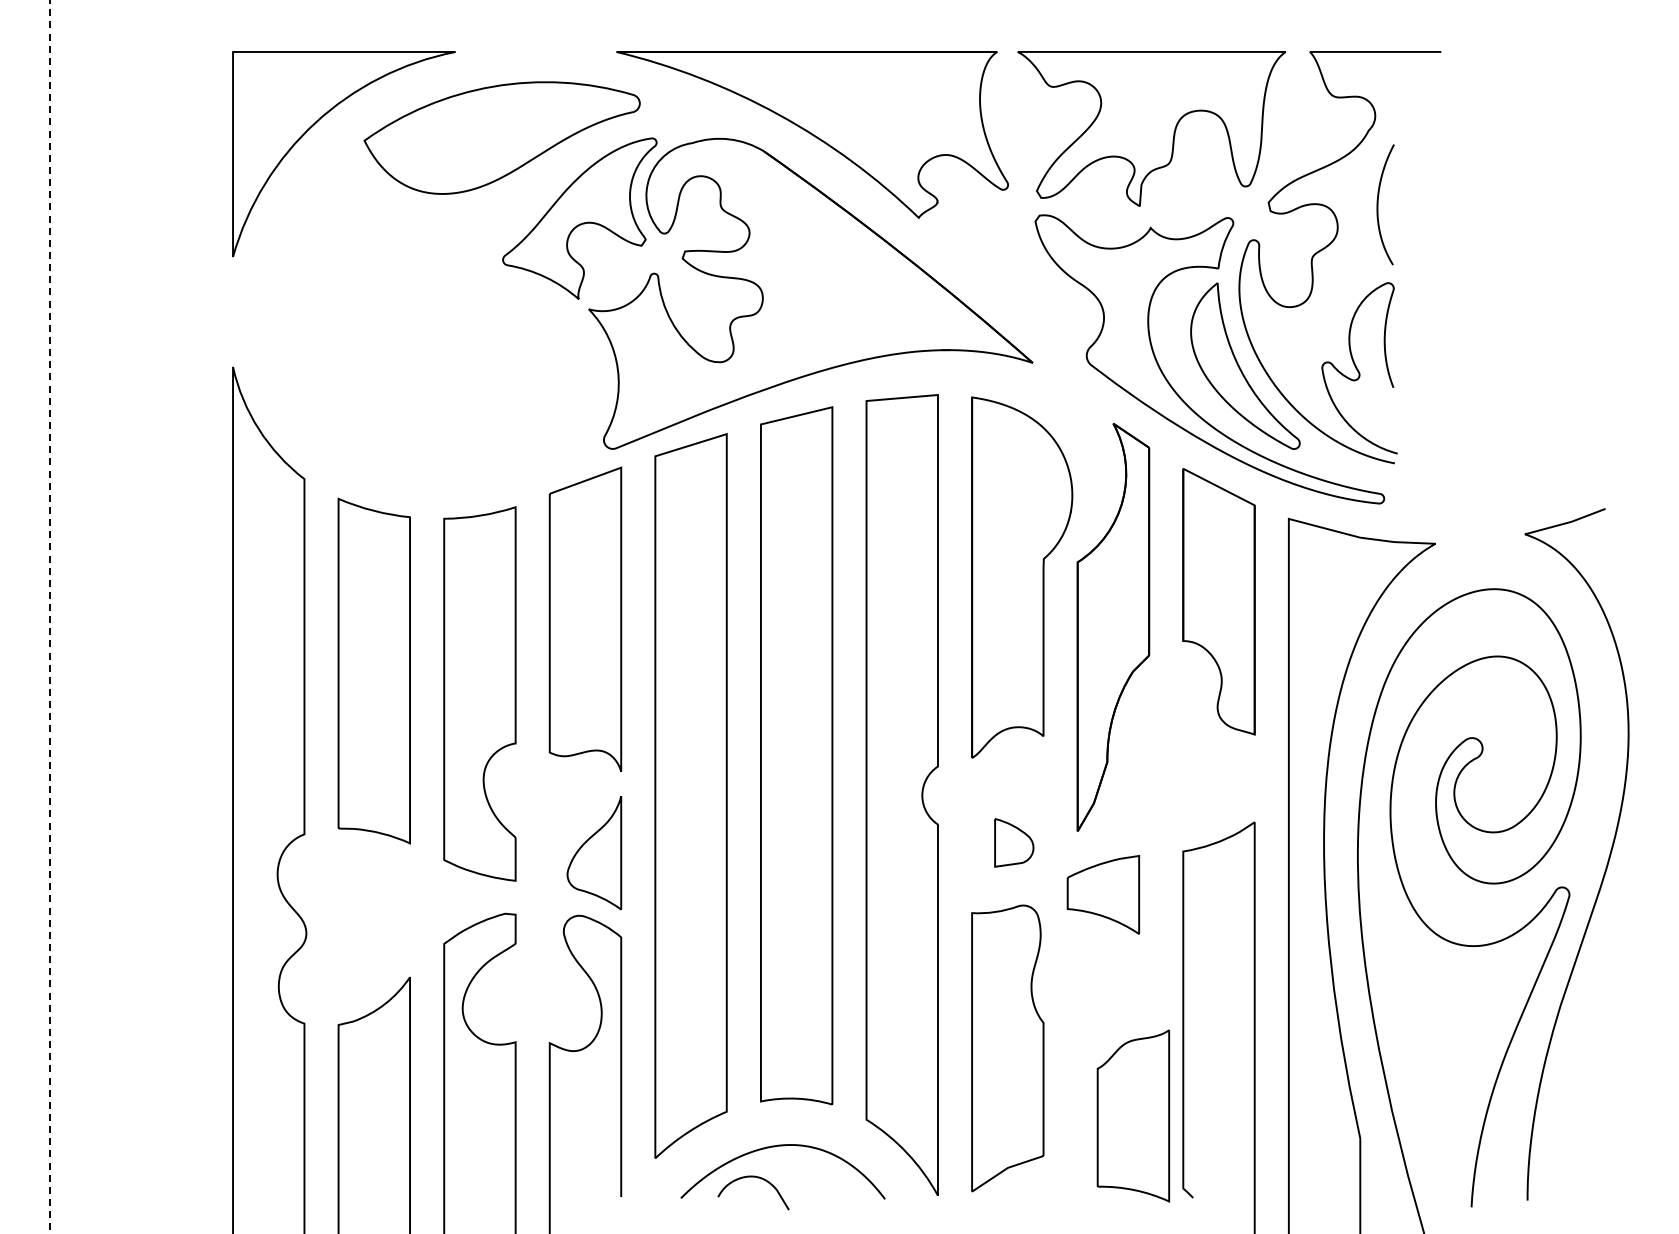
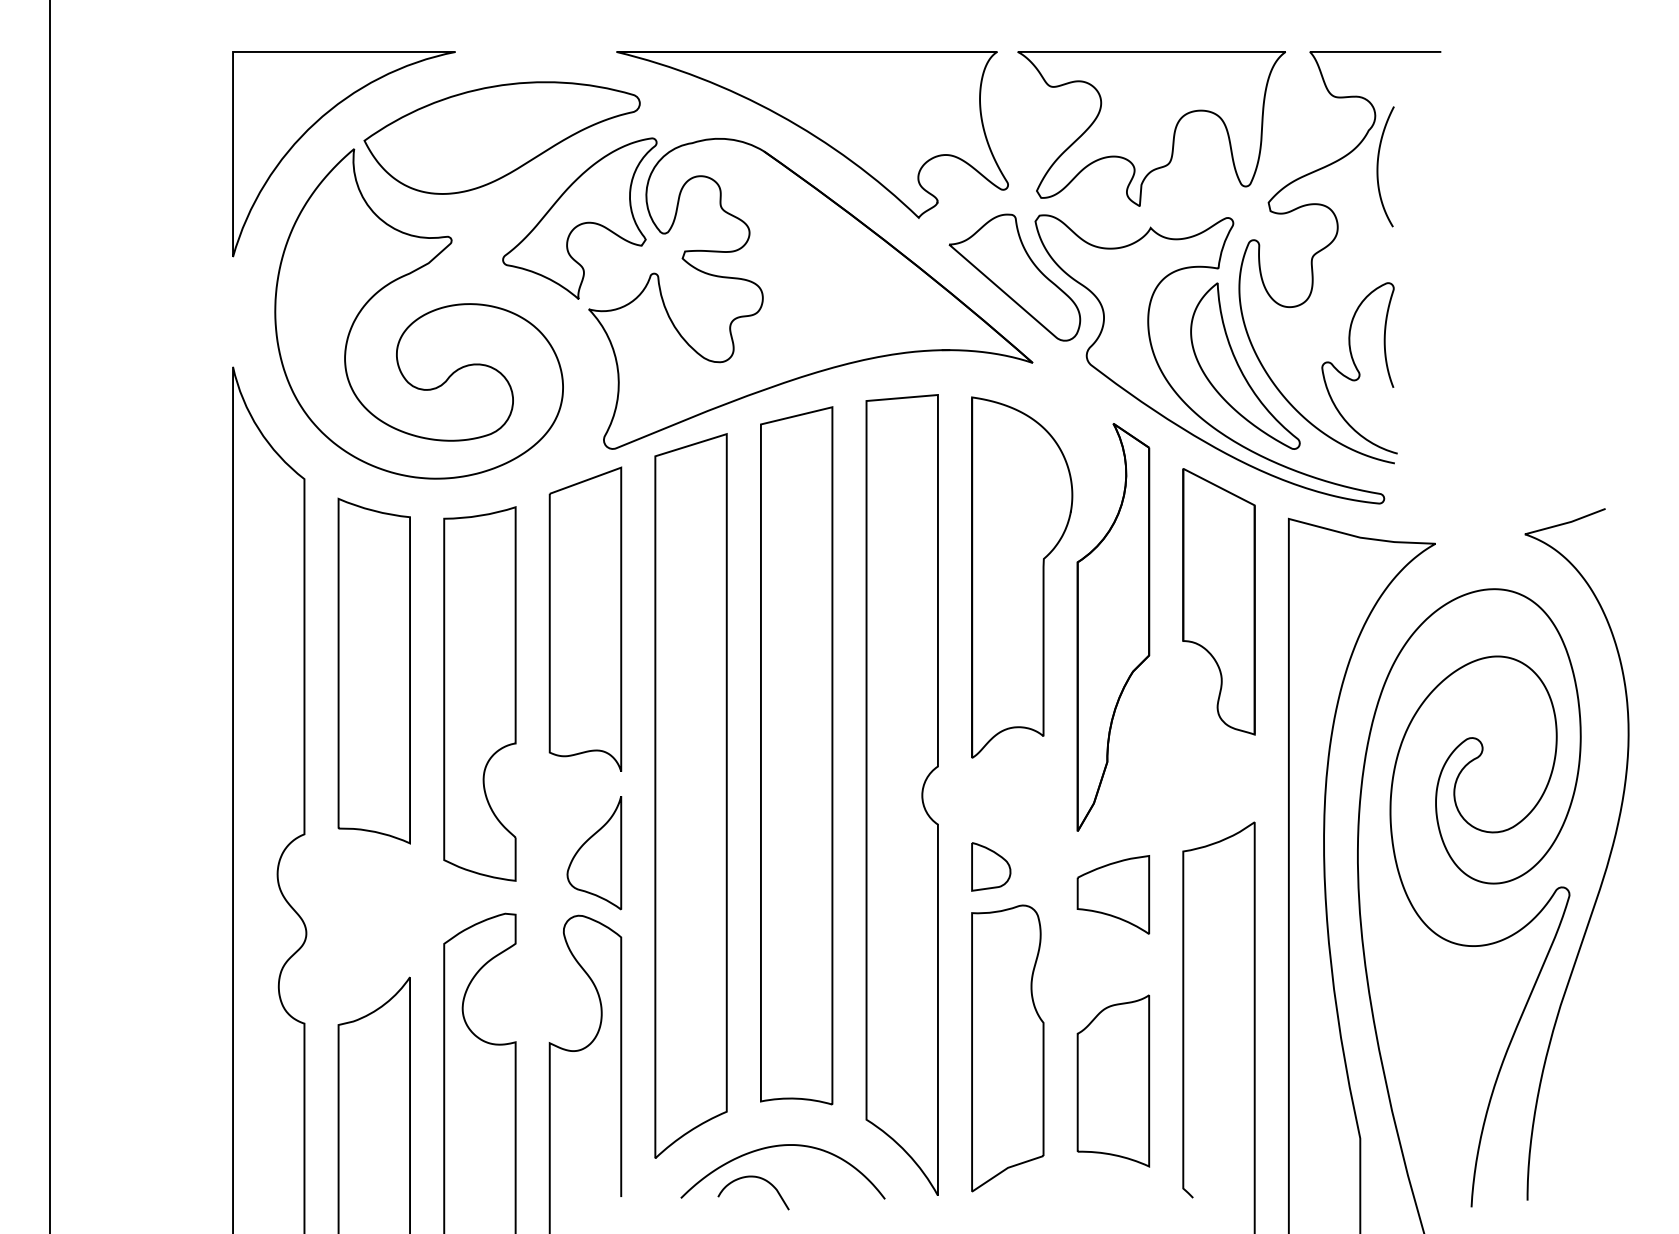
curve at (1378, 204) position: (1378, 204) -> (1378, 166)
part at (1014, 277): none -> present
part at (418, 313): none -> present
line at (50, 616): dashed -> solid
part at (1014, 842) position: (1014, 842) -> (991, 866)
part at (1103, 894) position: (1103, 894) -> (1113, 894)
part at (1133, 1115) position: (1133, 1115) -> (1113, 1080)
